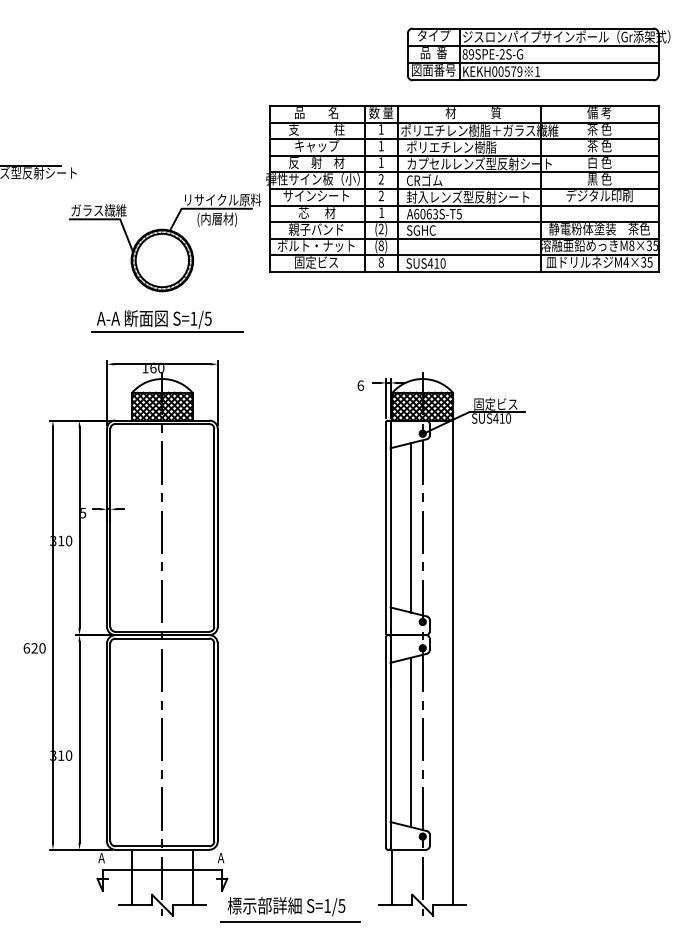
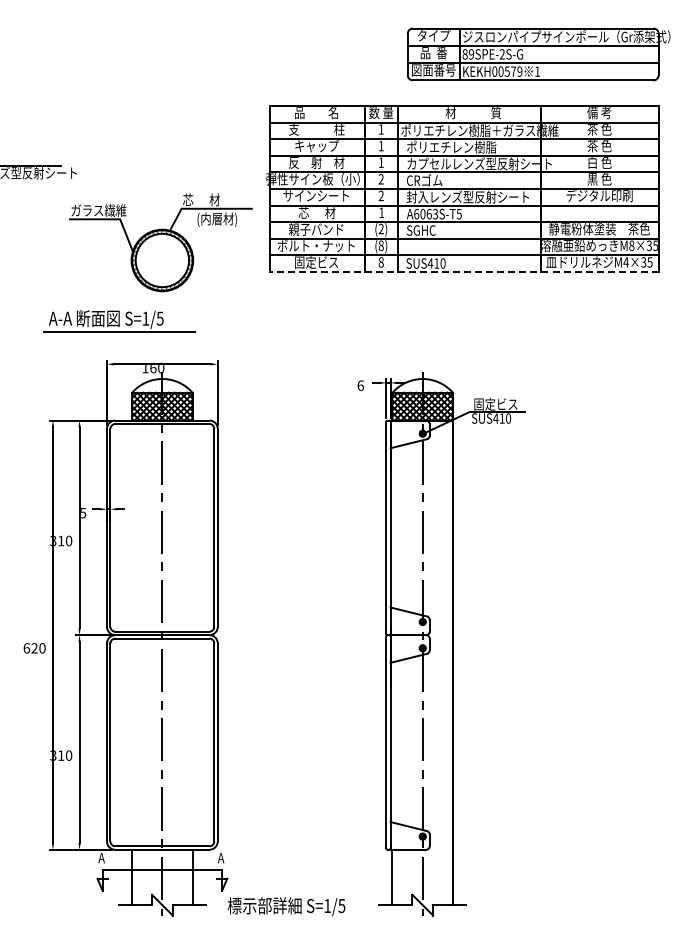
text at (222, 199): リサイクル原料 -> 芯      材
line at (463, 272): solid -> dashed
part at (167, 321) position: (167, 321) -> (119, 321)
line at (411, 527): present -> none
line at (411, 742): present -> none
line at (290, 922): present -> none
